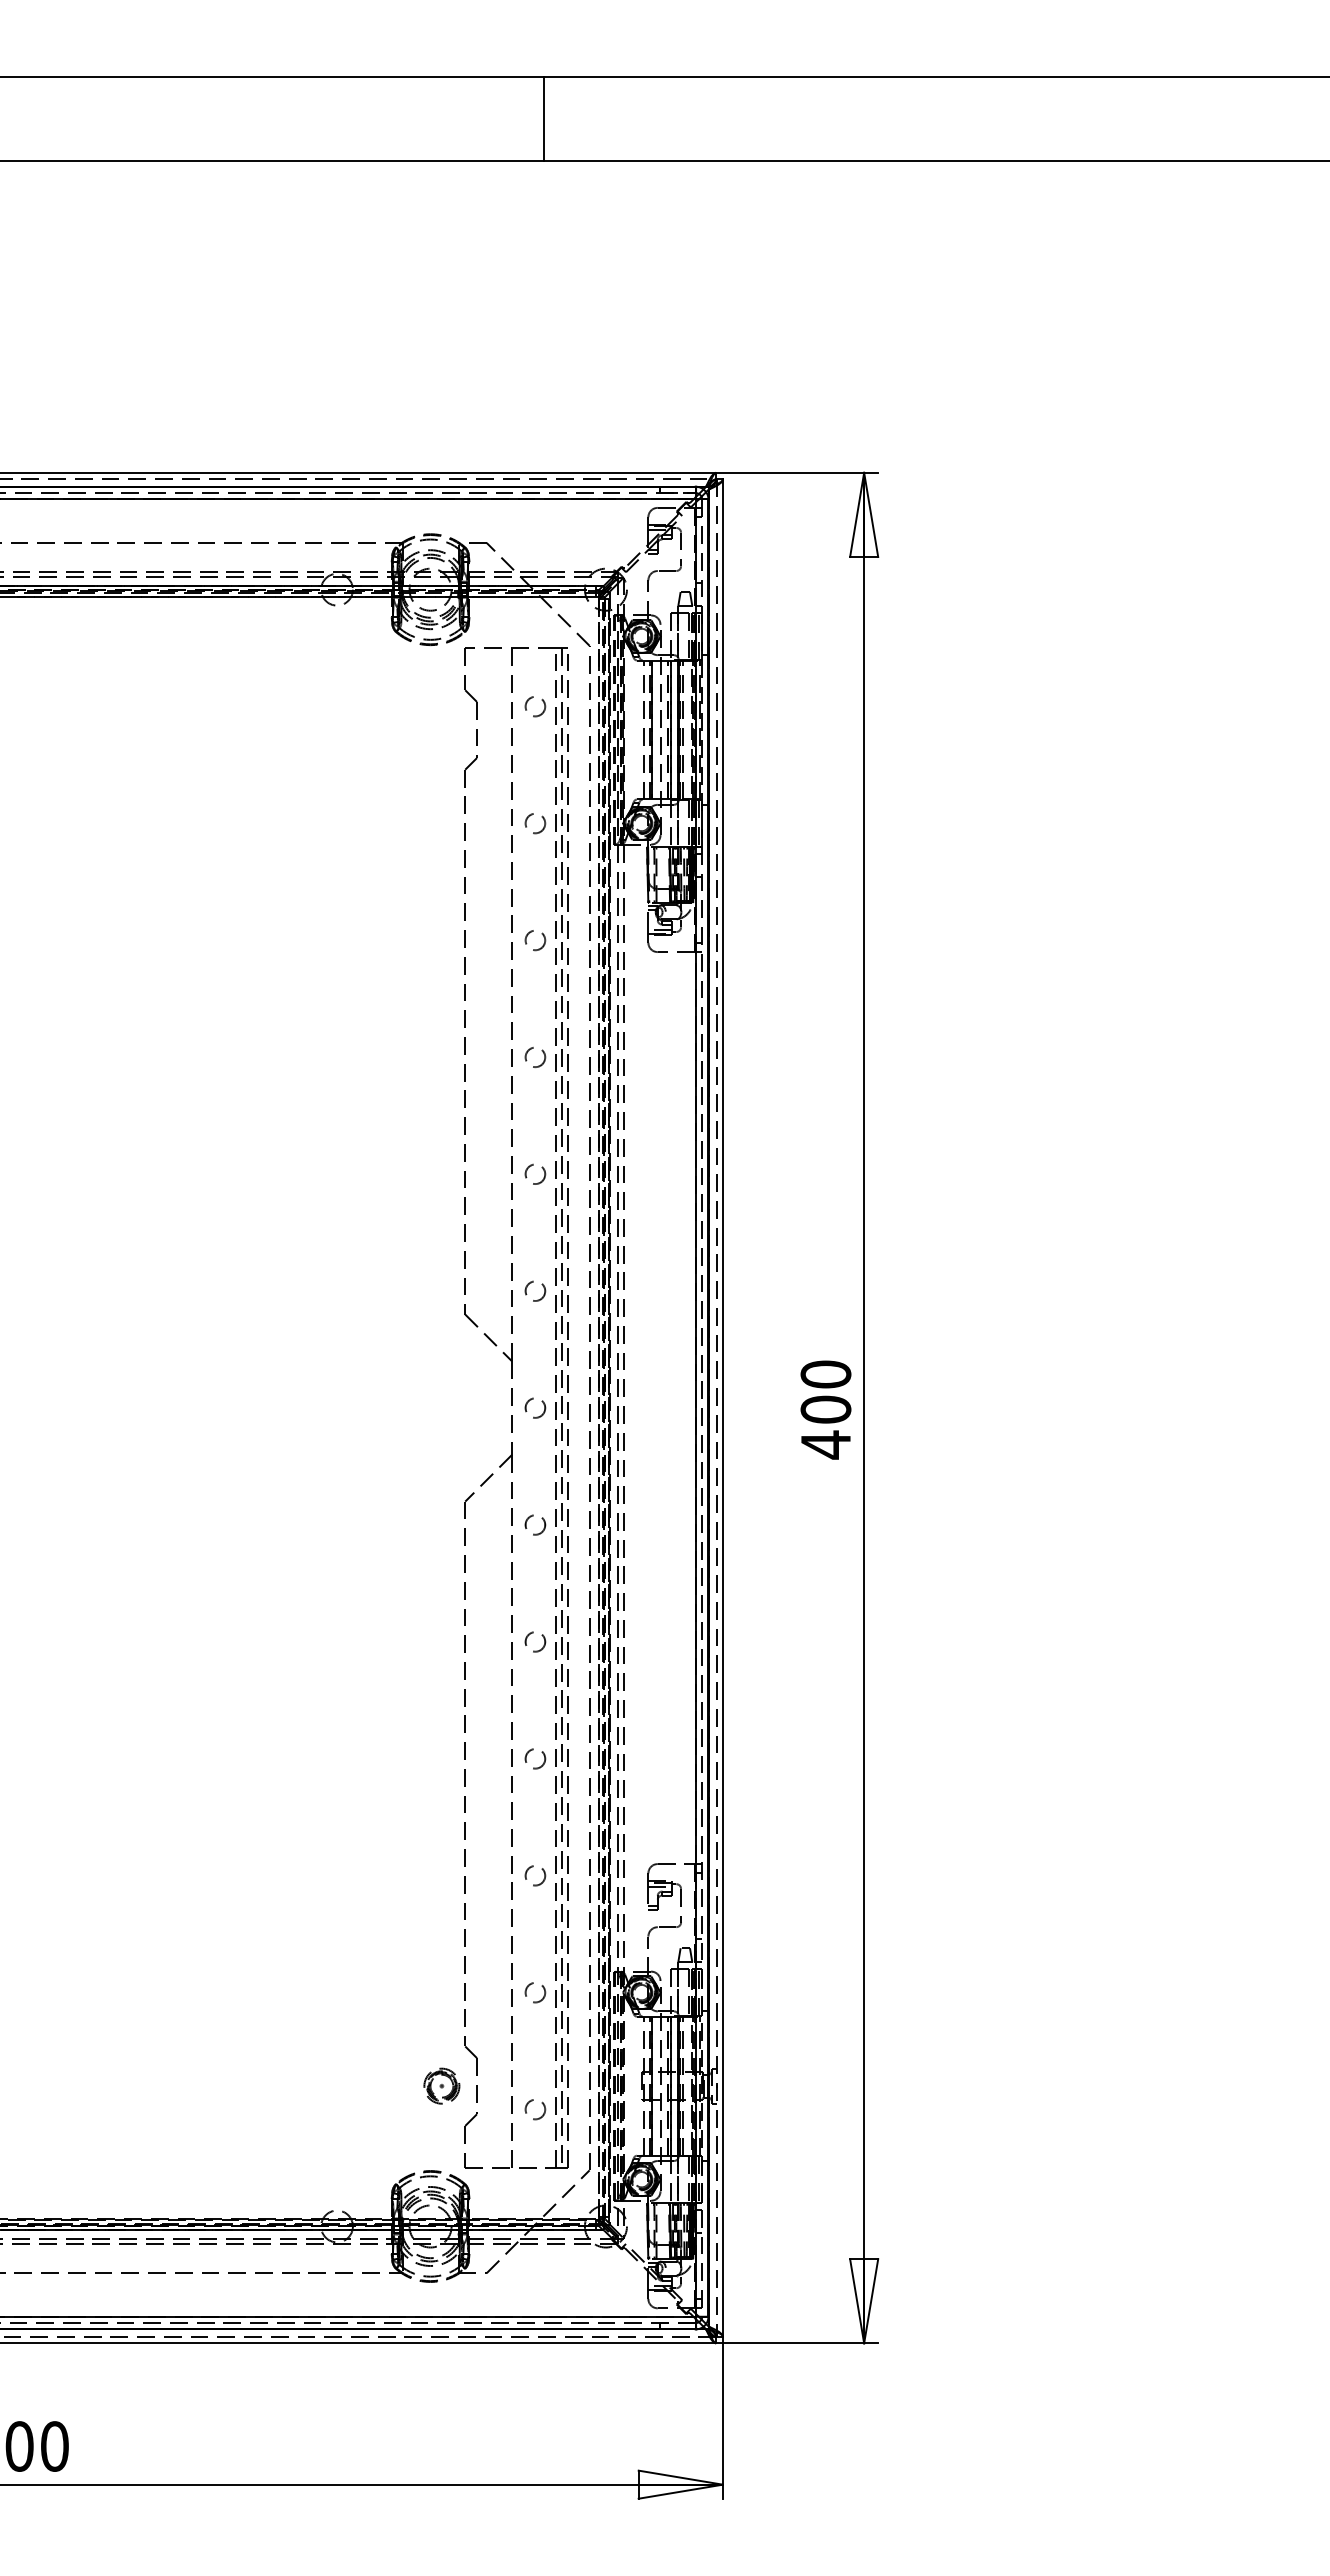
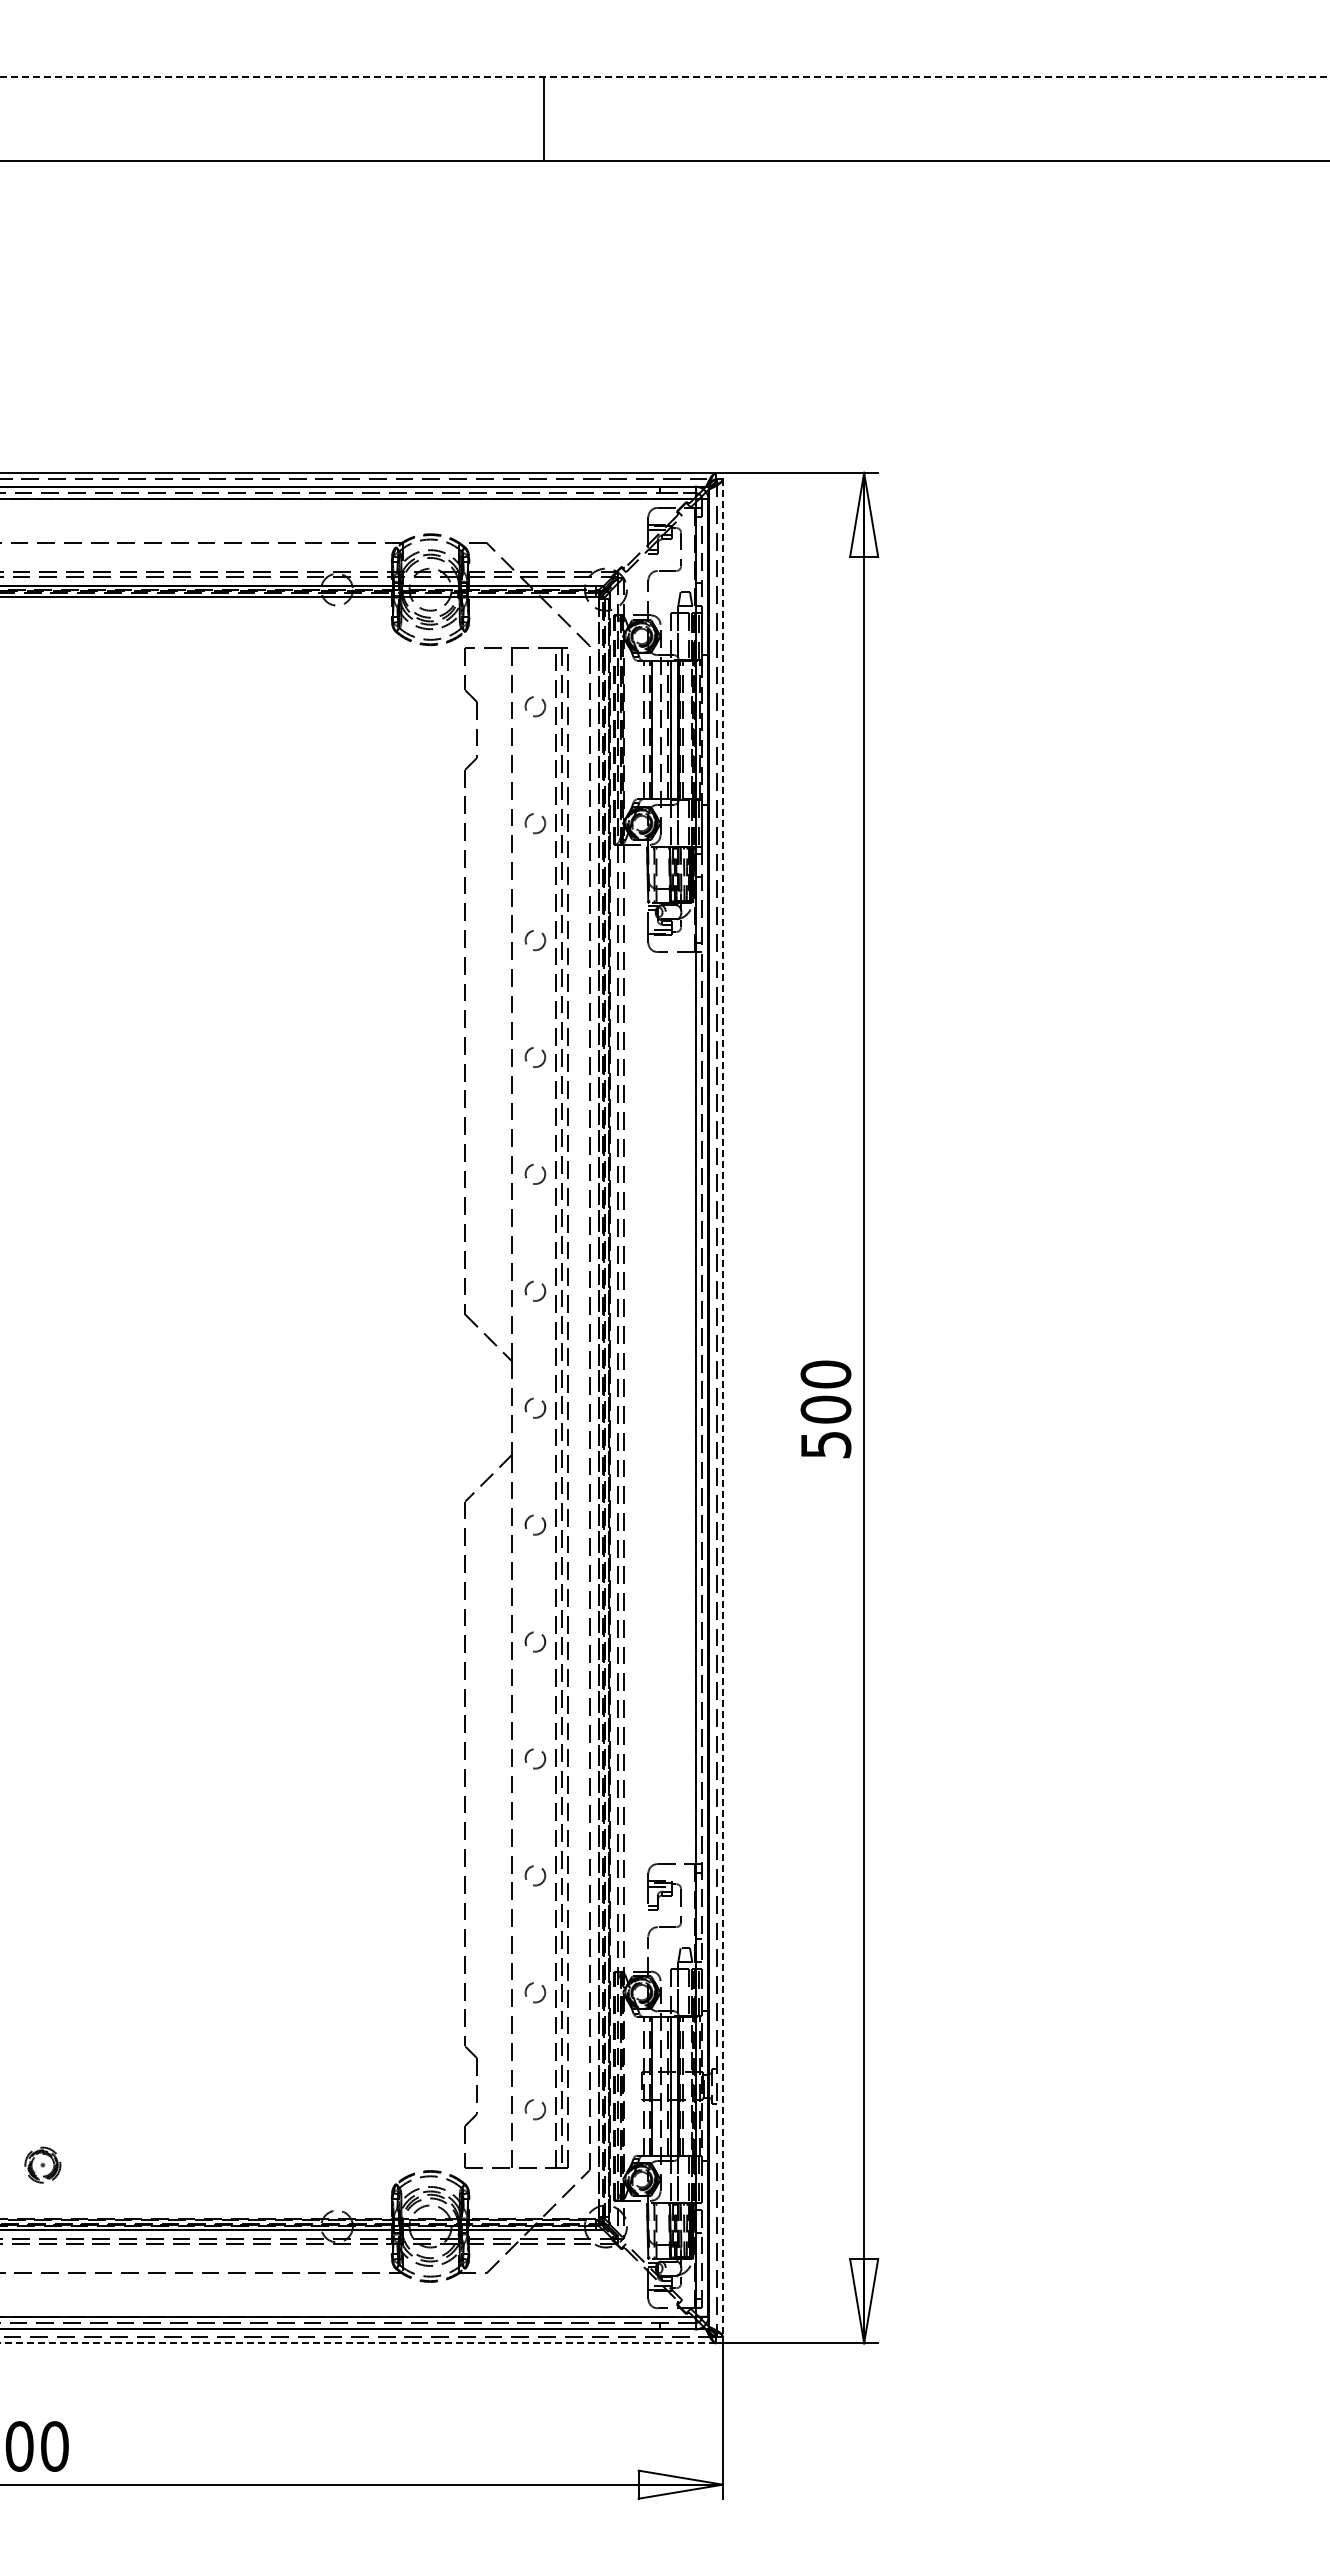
line at (665, 77): solid -> dashed
line at (722, 1408): solid -> dashed
text at (826, 1444): 400 -> 500
part at (441, 2085) position: (441, 2085) -> (42, 2164)
line at (358, 2343): solid -> dashed
